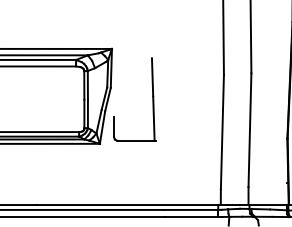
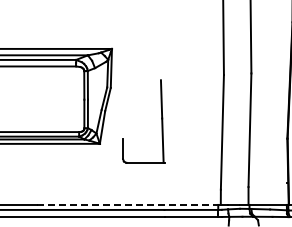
part at (152, 99) position: (152, 99) -> (161, 121)
line at (129, 204): solid -> dashed
